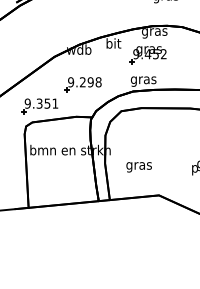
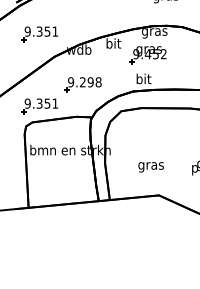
part at (39, 34): none -> present
text at (143, 79): gras -> bit
text at (138, 167) position: (138, 167) -> (150, 167)
